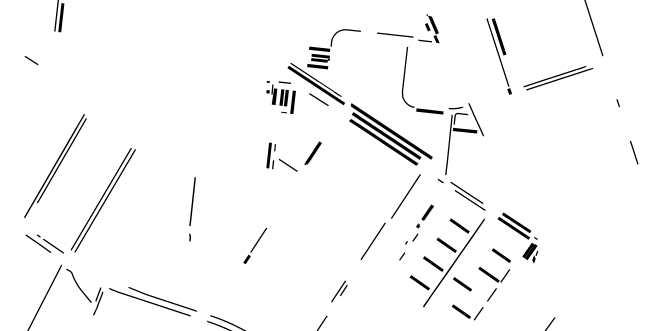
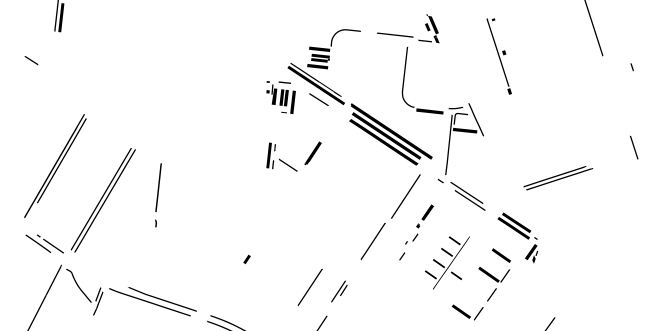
fill at (498, 35): present -> none
part at (558, 78) position: (558, 78) -> (558, 178)
part at (617, 103) position: (617, 103) -> (631, 67)
line at (634, 152) position: (634, 152) -> (634, 147)
part at (192, 209) position: (192, 209) -> (158, 195)
fill at (258, 240): present -> none
fill at (528, 250): present -> none
part at (447, 262) size: 77x90 px -> 45x54 px
line at (309, 287): none -> present
